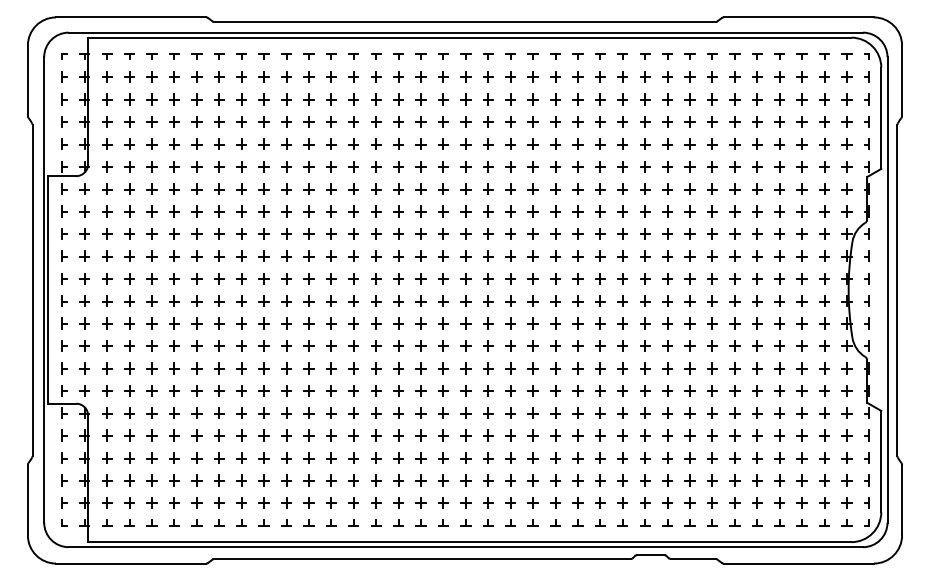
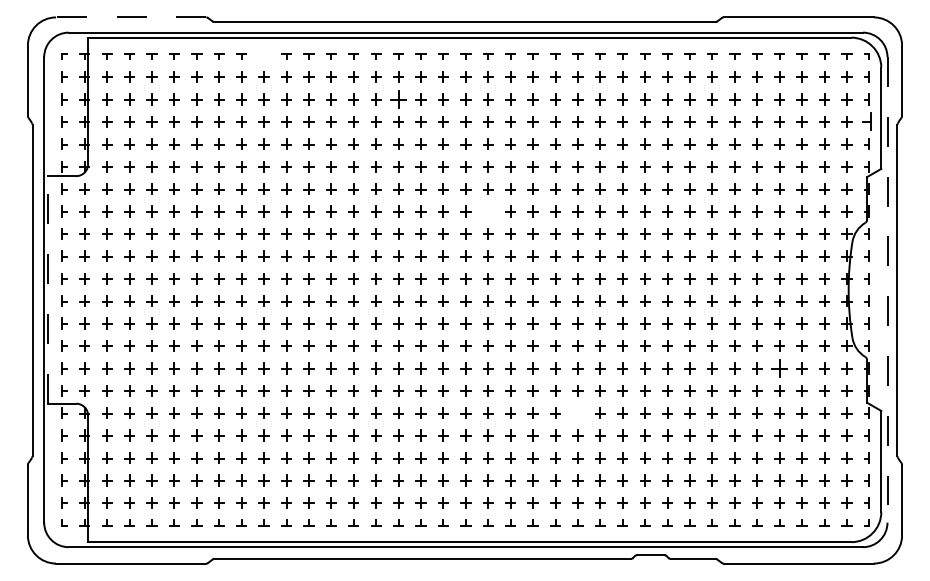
line at (130, 17): solid -> dashed
part at (263, 56): present -> none
part at (398, 99) size: 11x13 px -> 17x19 px
part at (866, 121) size: 6x12 px -> 10x19 px
part at (488, 211): present -> none
line at (48, 289): solid -> dashed
line at (887, 289): solid -> dashed
part at (779, 368) size: 11x13 px -> 17x19 px
part at (577, 412): present -> none
